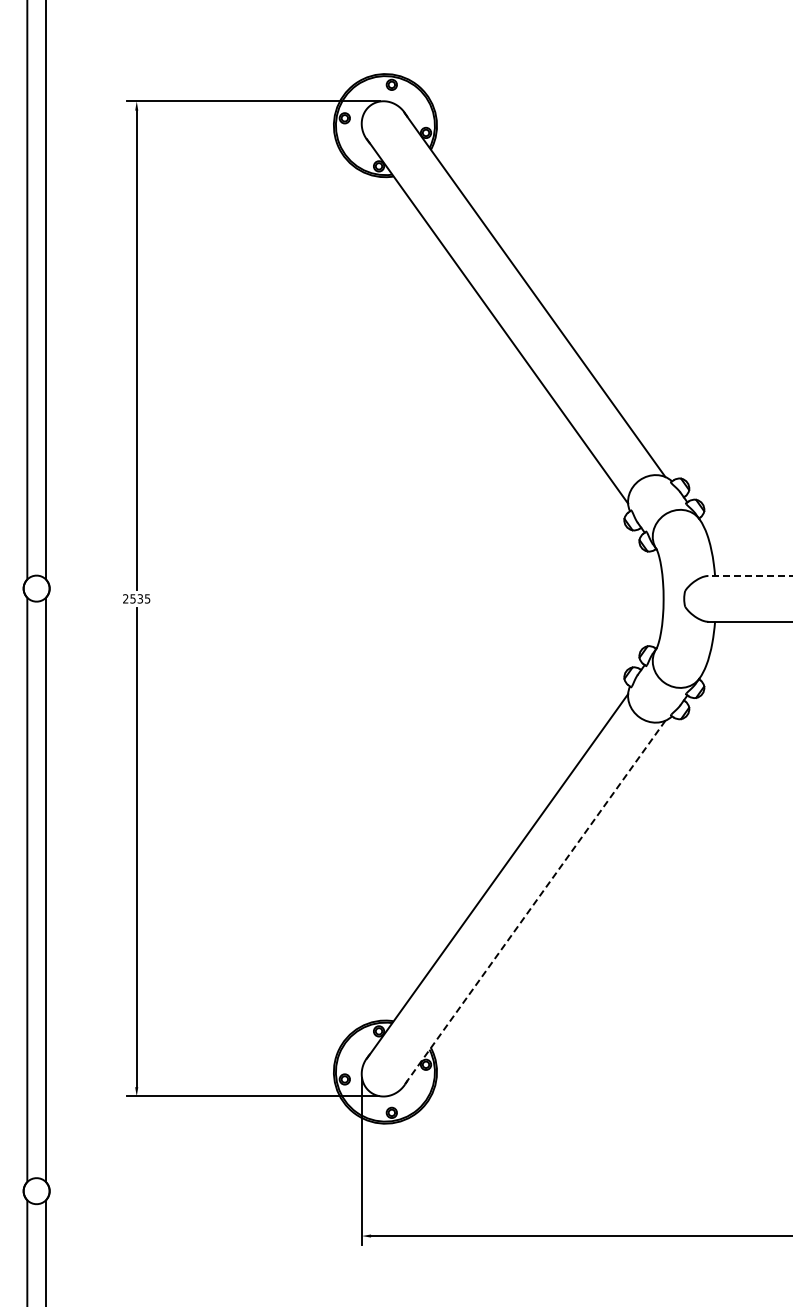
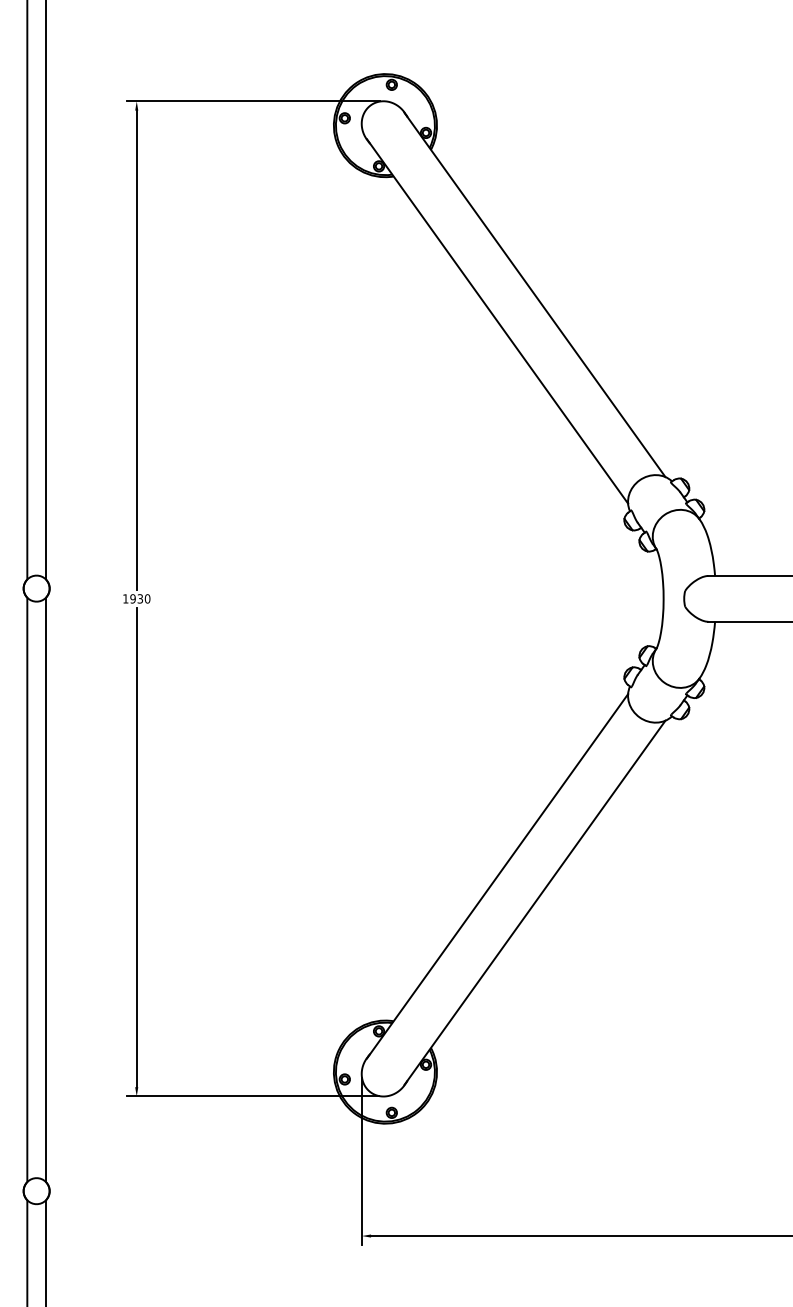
line at (750, 575): dashed -> solid
text at (136, 598): 2535 -> 1930
line at (534, 903): dashed -> solid
